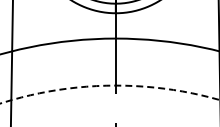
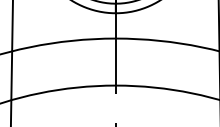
circle at (109, 94): dashed -> solid
